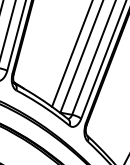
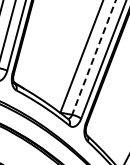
line at (71, 54): present -> none
line at (93, 57): solid -> dashed
